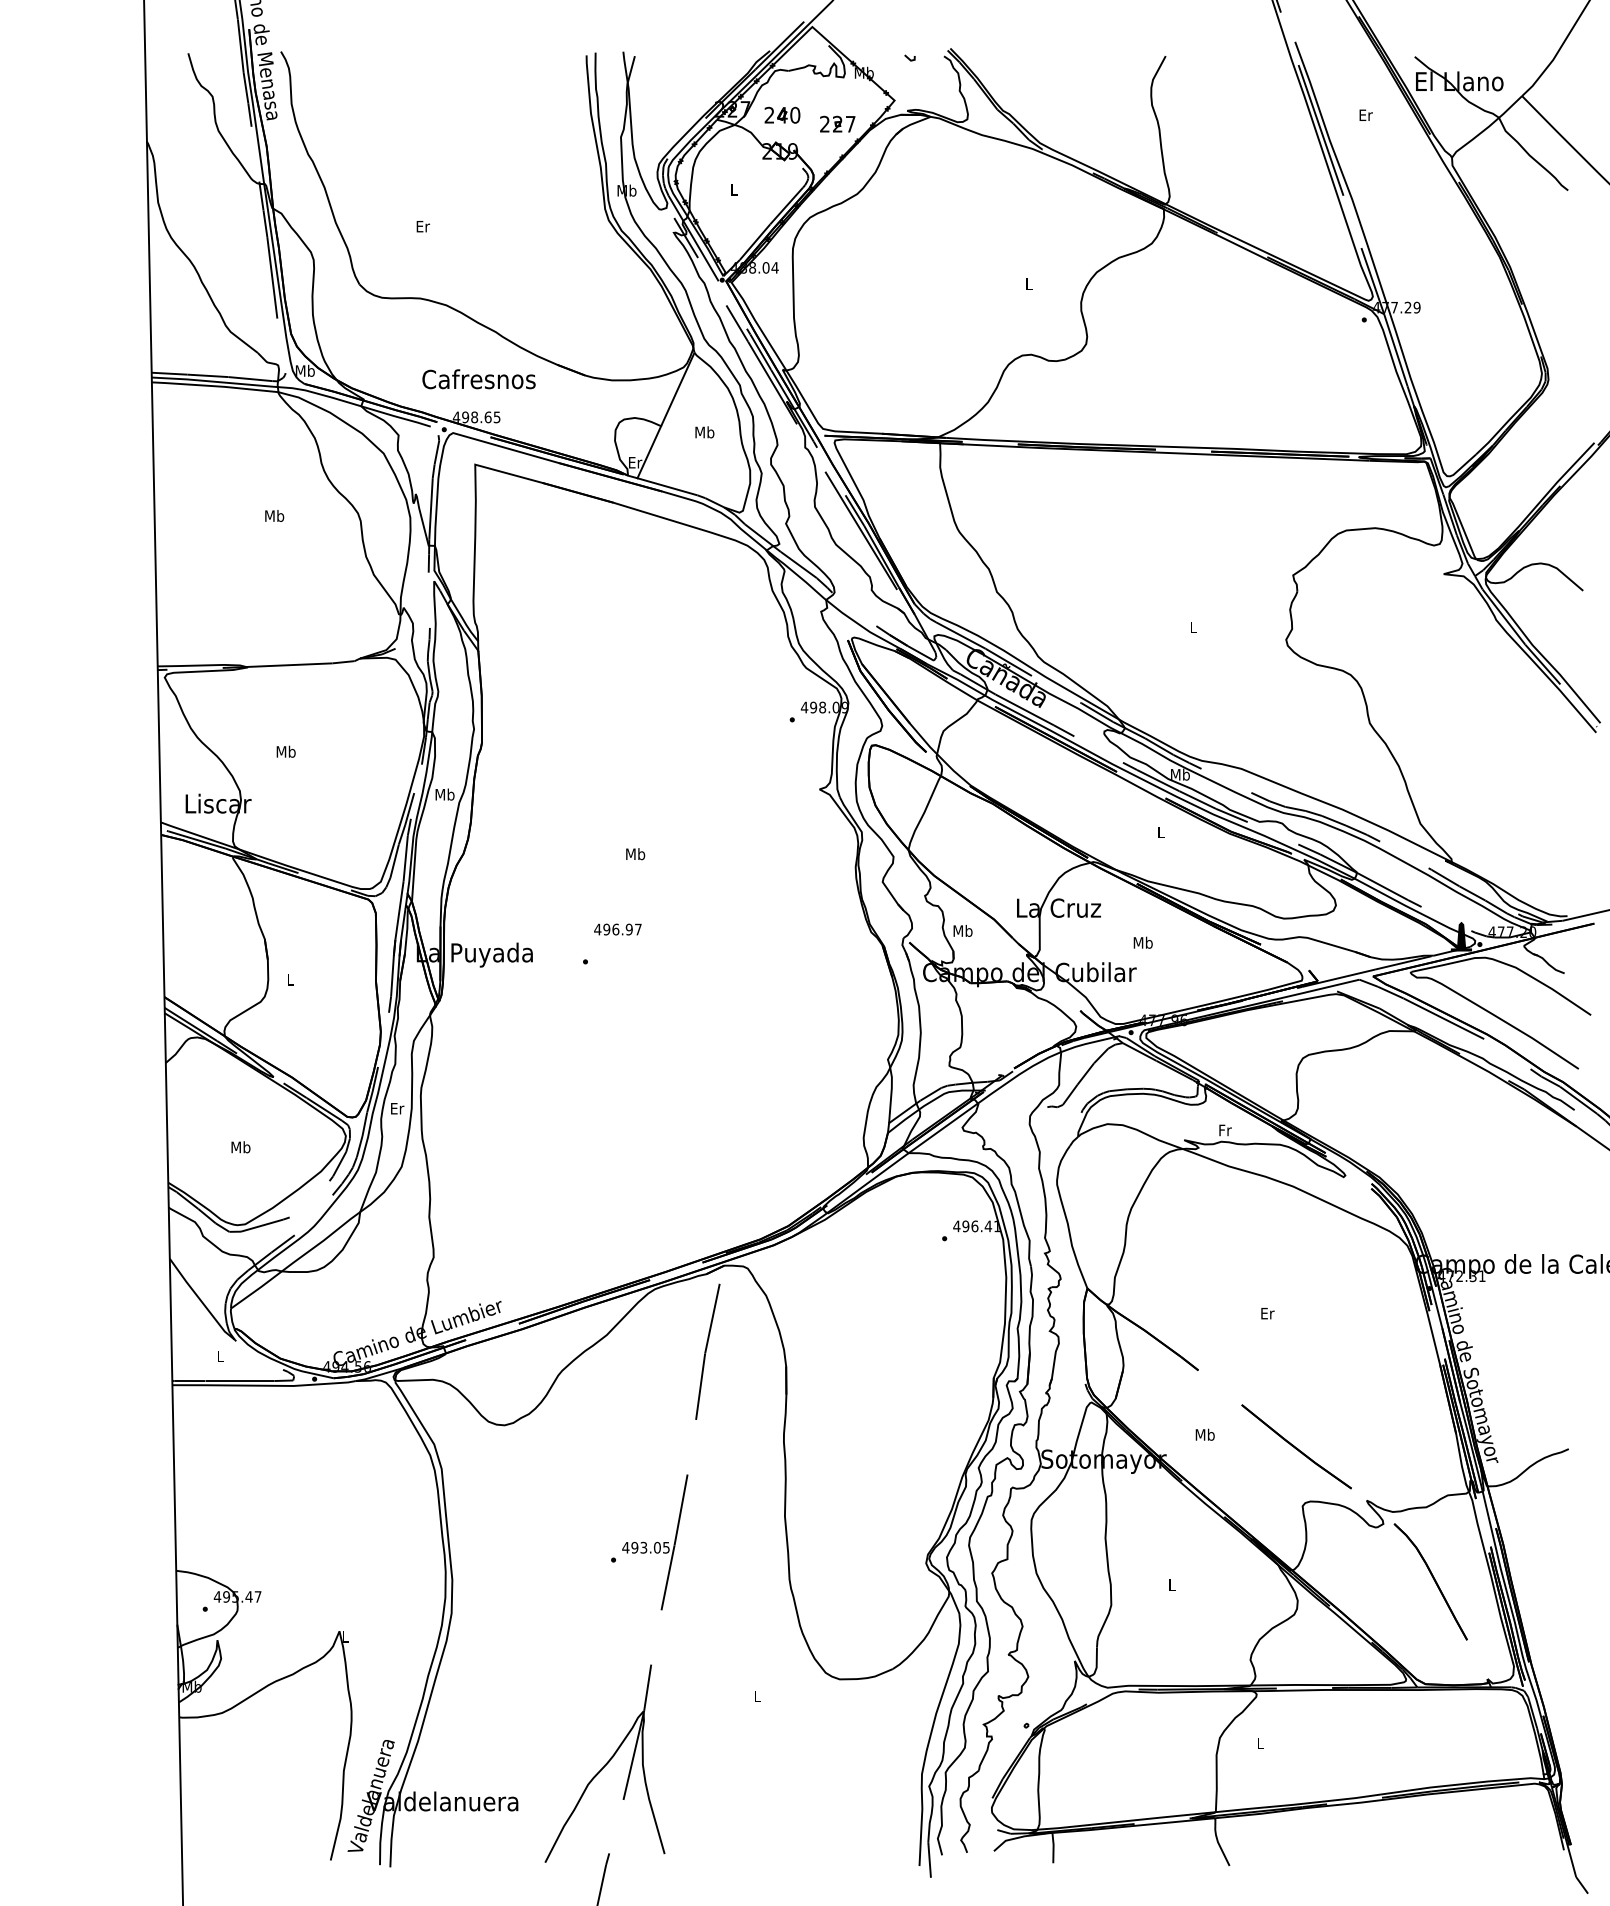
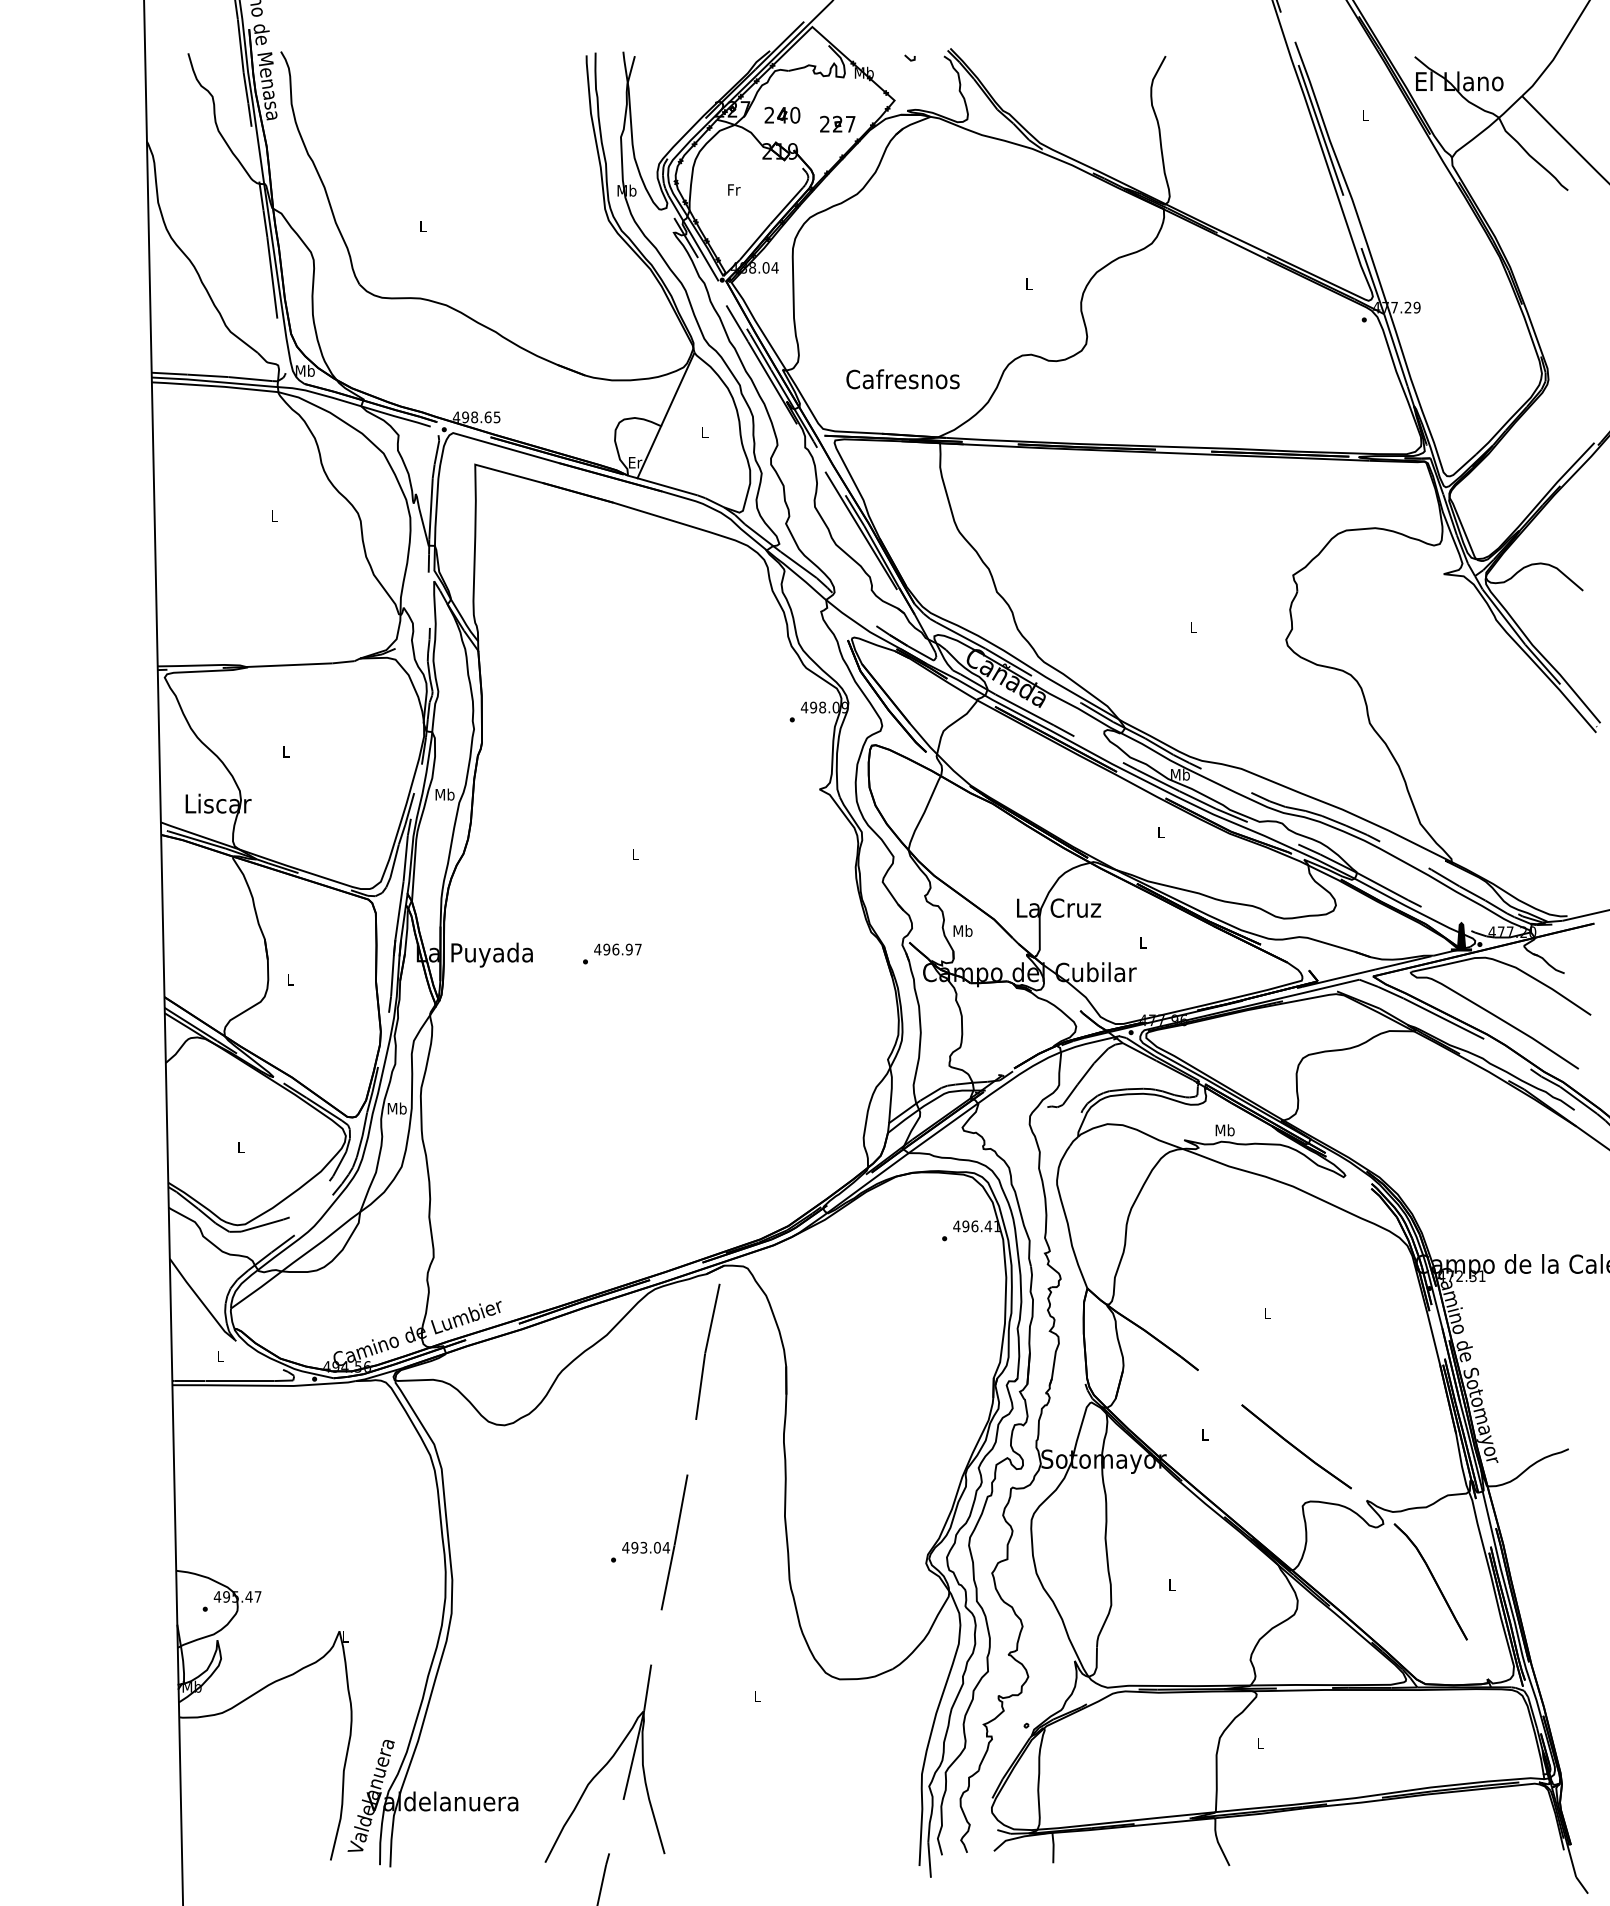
text at (1365, 114): Er -> L
text at (734, 189): L -> Fr
text at (423, 226): Er -> L
text at (478, 379) position: (478, 379) -> (902, 379)
text at (704, 432): Mb -> L
text at (274, 515): Mb -> L
text at (285, 751): Mb -> L
text at (635, 854): Mb -> L
text at (617, 929) position: (617, 929) -> (617, 949)
text at (1142, 942): Mb -> L
text at (396, 1108): Er -> Mb
text at (1224, 1130): Fr -> Mb
text at (240, 1147): Mb -> L
text at (1267, 1313): Er -> L
text at (1204, 1434): Mb -> L
text at (666, 1547): 493.05 -> 493.04
